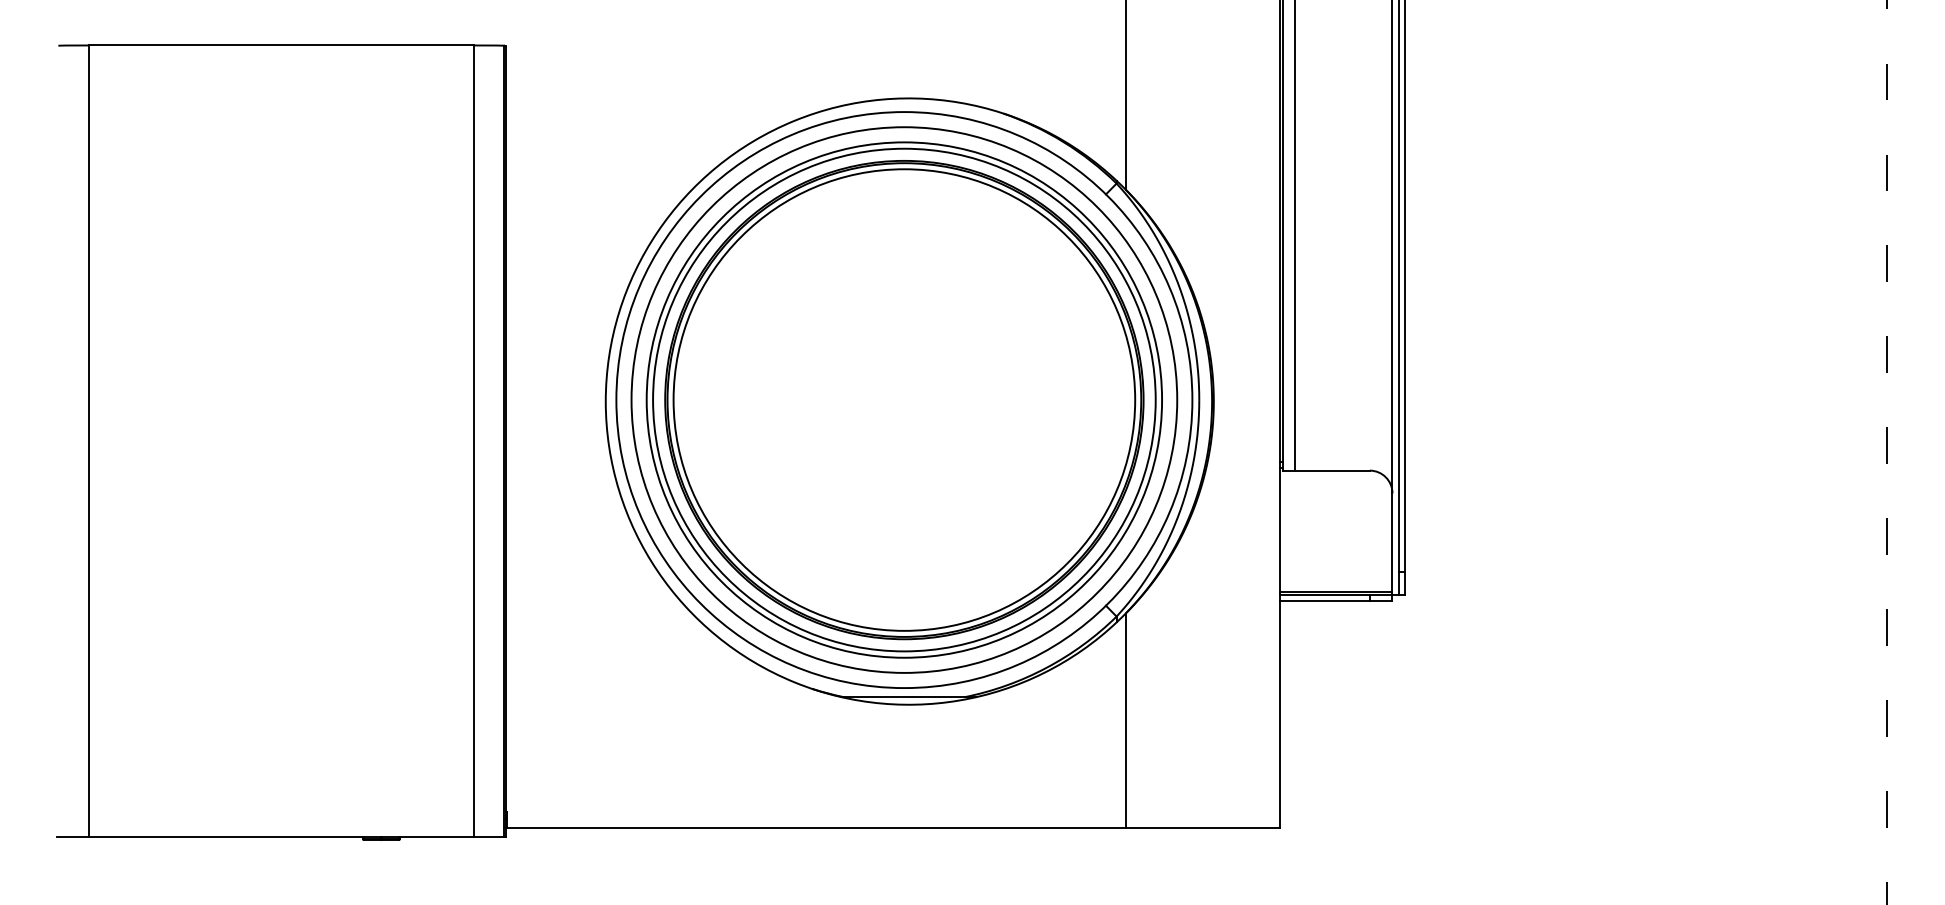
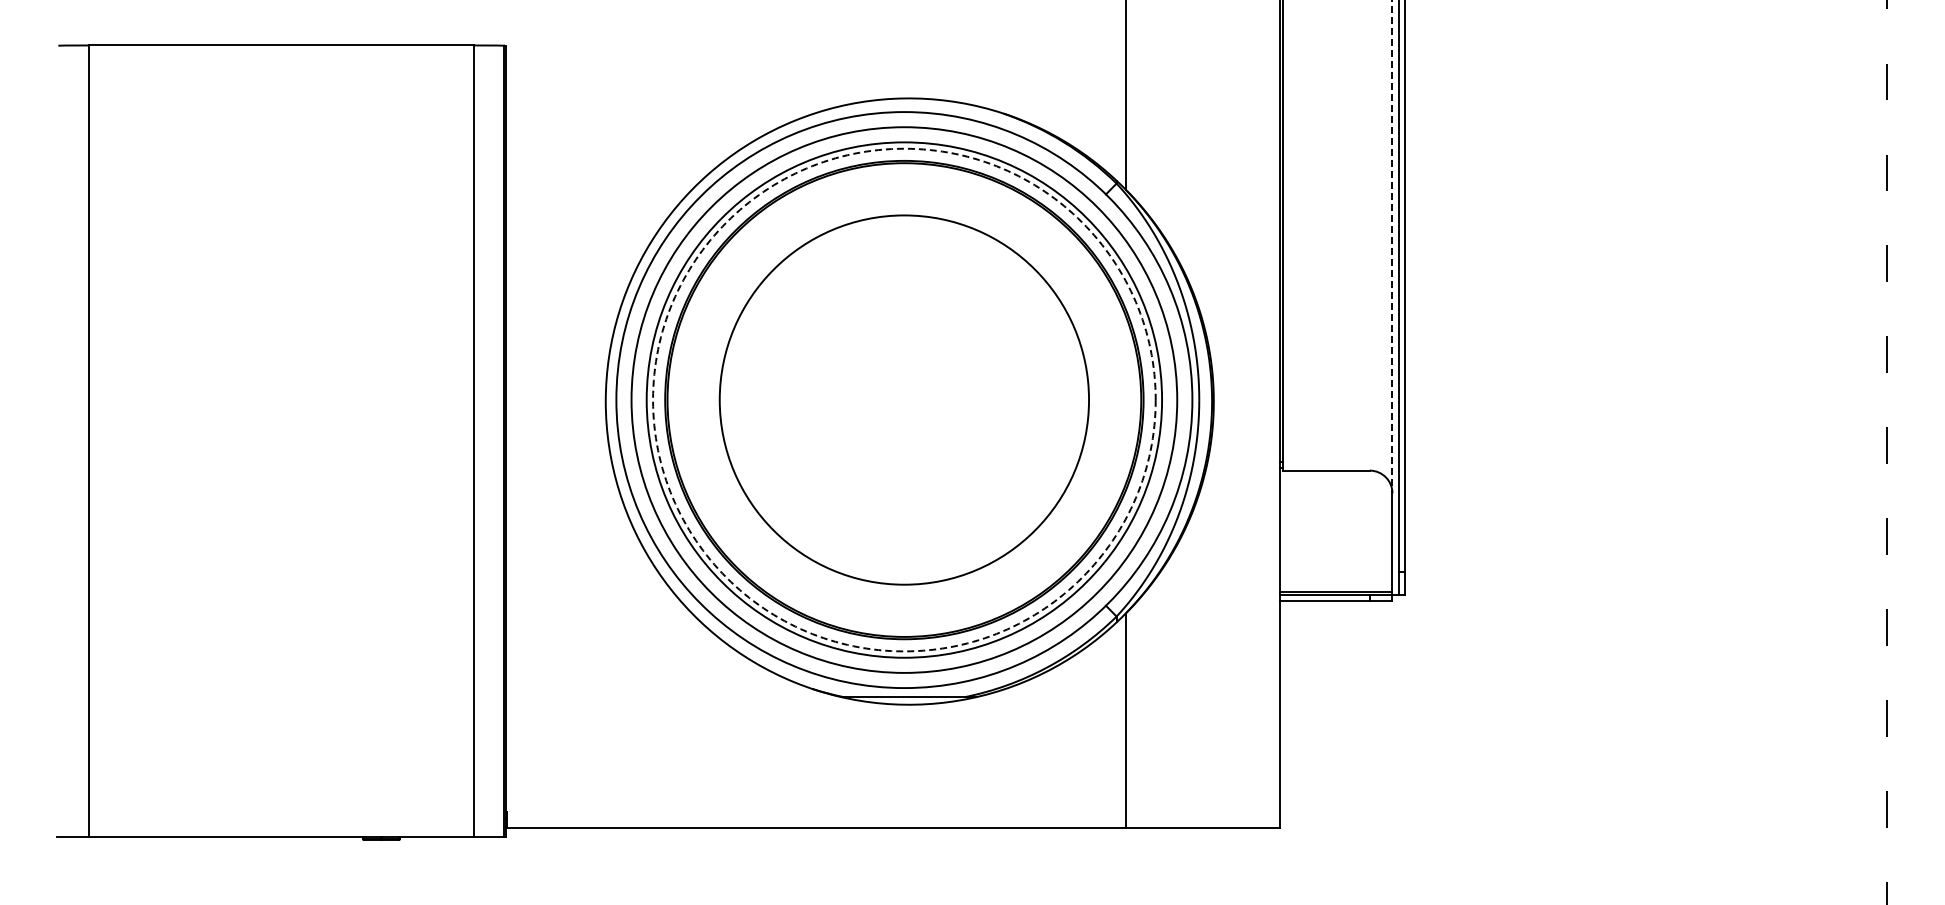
line at (1295, 236): present -> none
line at (1392, 247): solid -> dashed
circle at (904, 399) diameter: 462 px -> 369 px
circle at (904, 399): solid -> dashed
